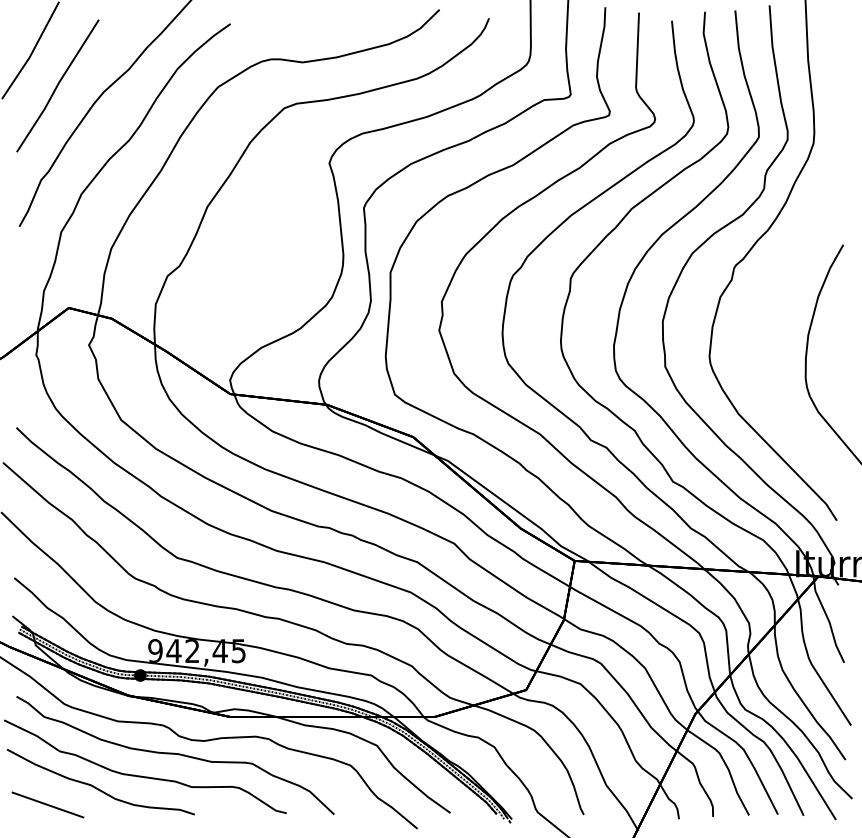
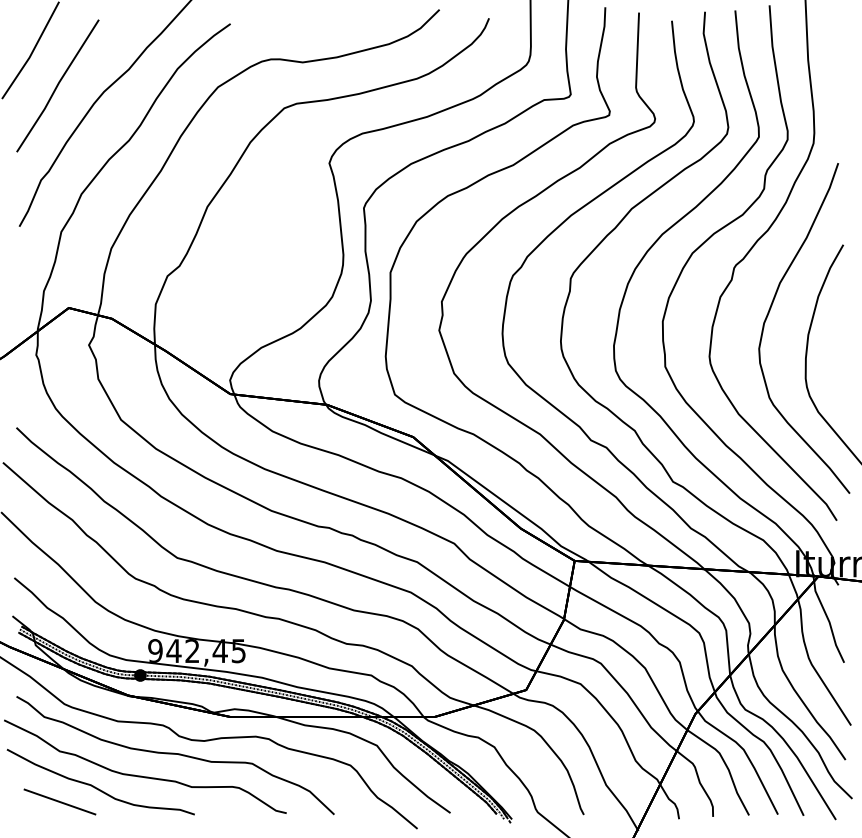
curve at (769, 313): none -> present
line at (47, 804) position: (47, 804) -> (59, 801)
